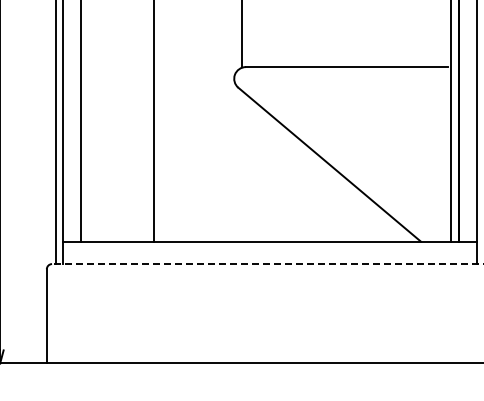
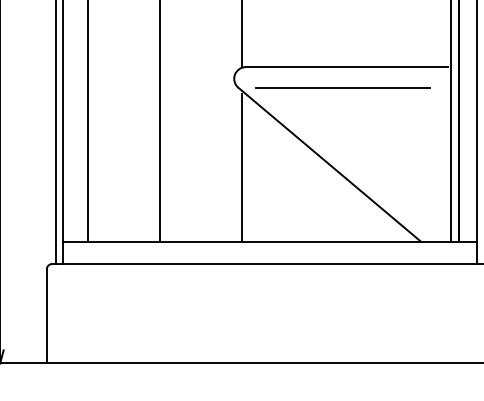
line at (342, 87): none -> present
line at (80, 121) position: (80, 121) -> (87, 121)
line at (153, 121) position: (153, 121) -> (159, 121)
line at (241, 167): none -> present
line at (267, 264): dashed -> solid
